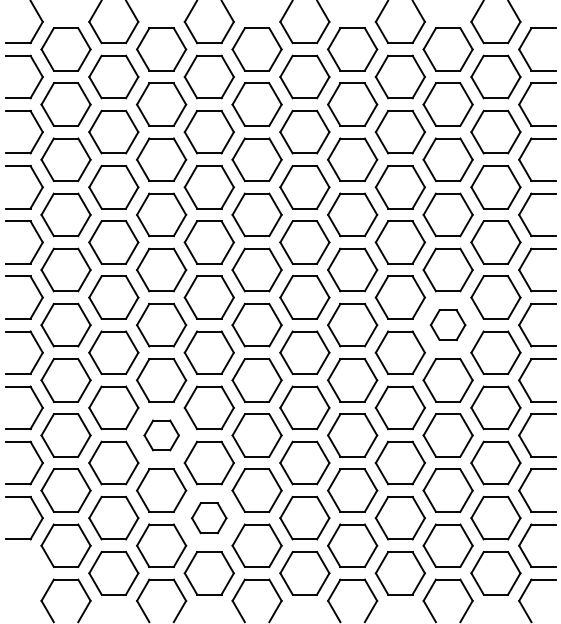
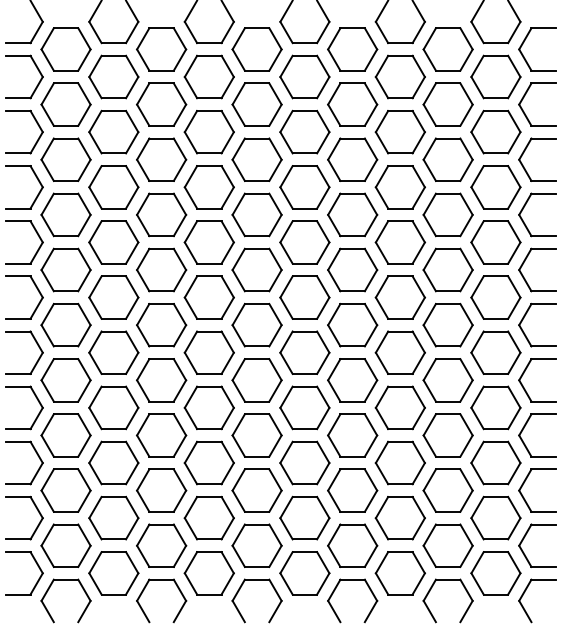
part at (447, 324) size: 38x32 px -> 52x46 px
part at (161, 435) size: 37x33 px -> 52x45 px
part at (209, 518) size: 37x33 px -> 52x45 px
part at (37, 566): none -> present
